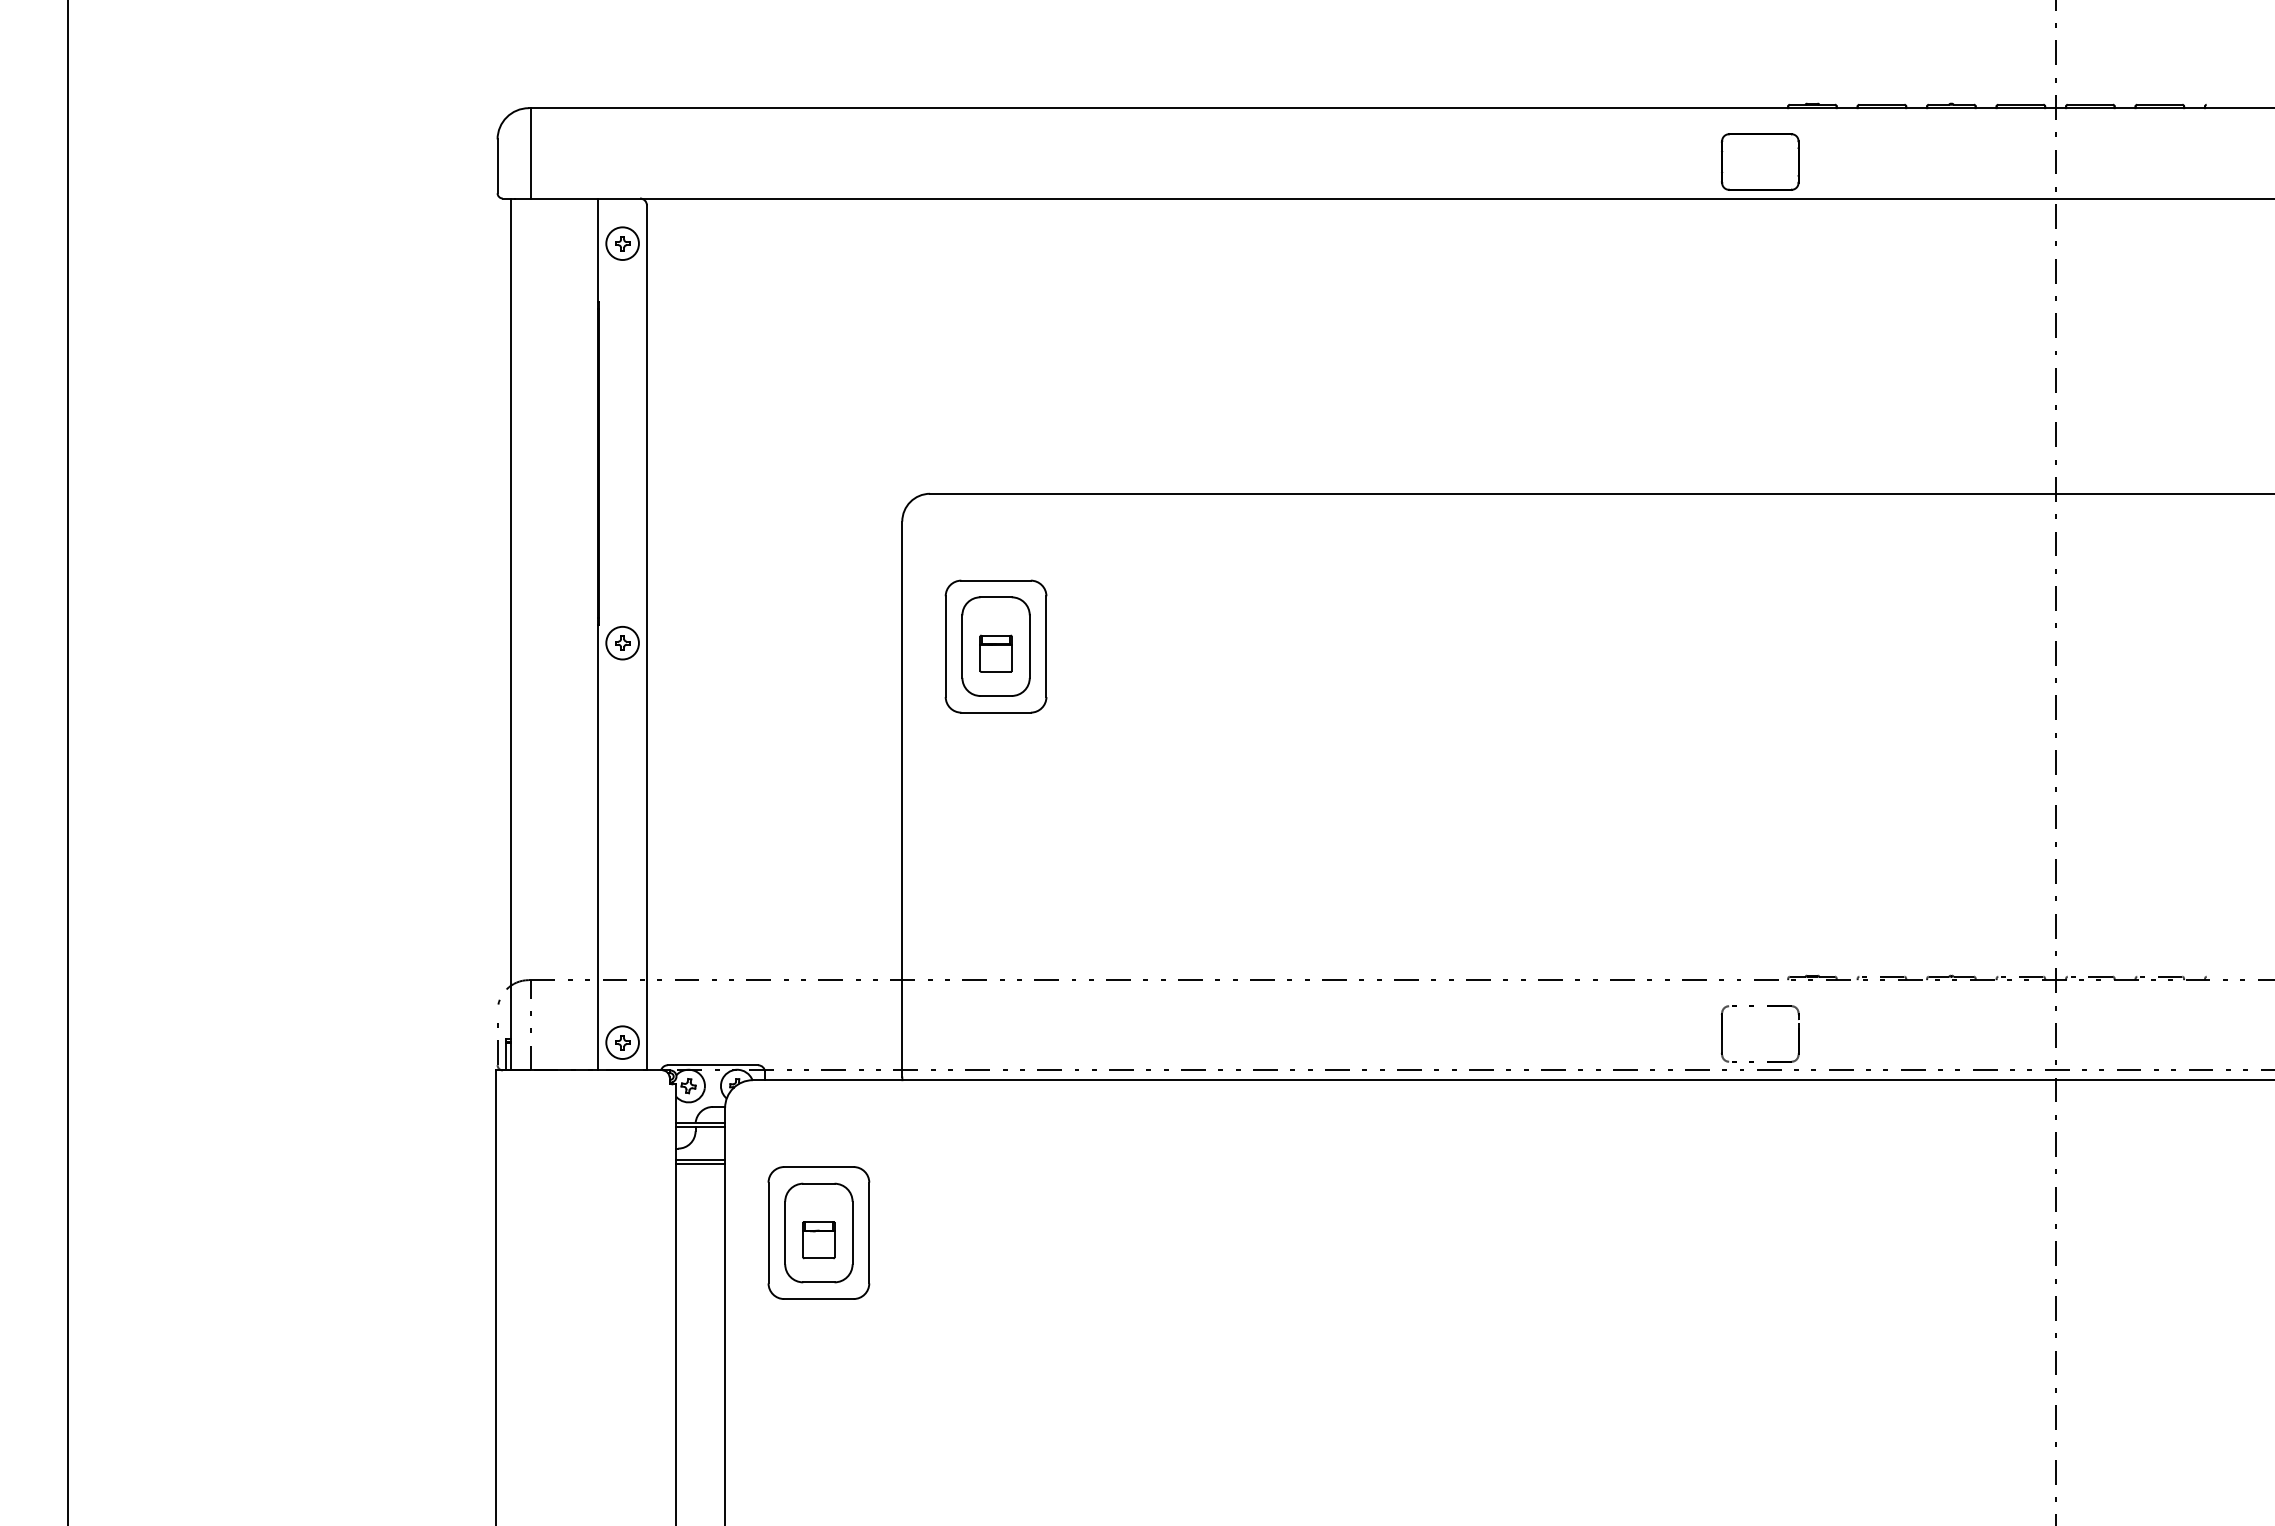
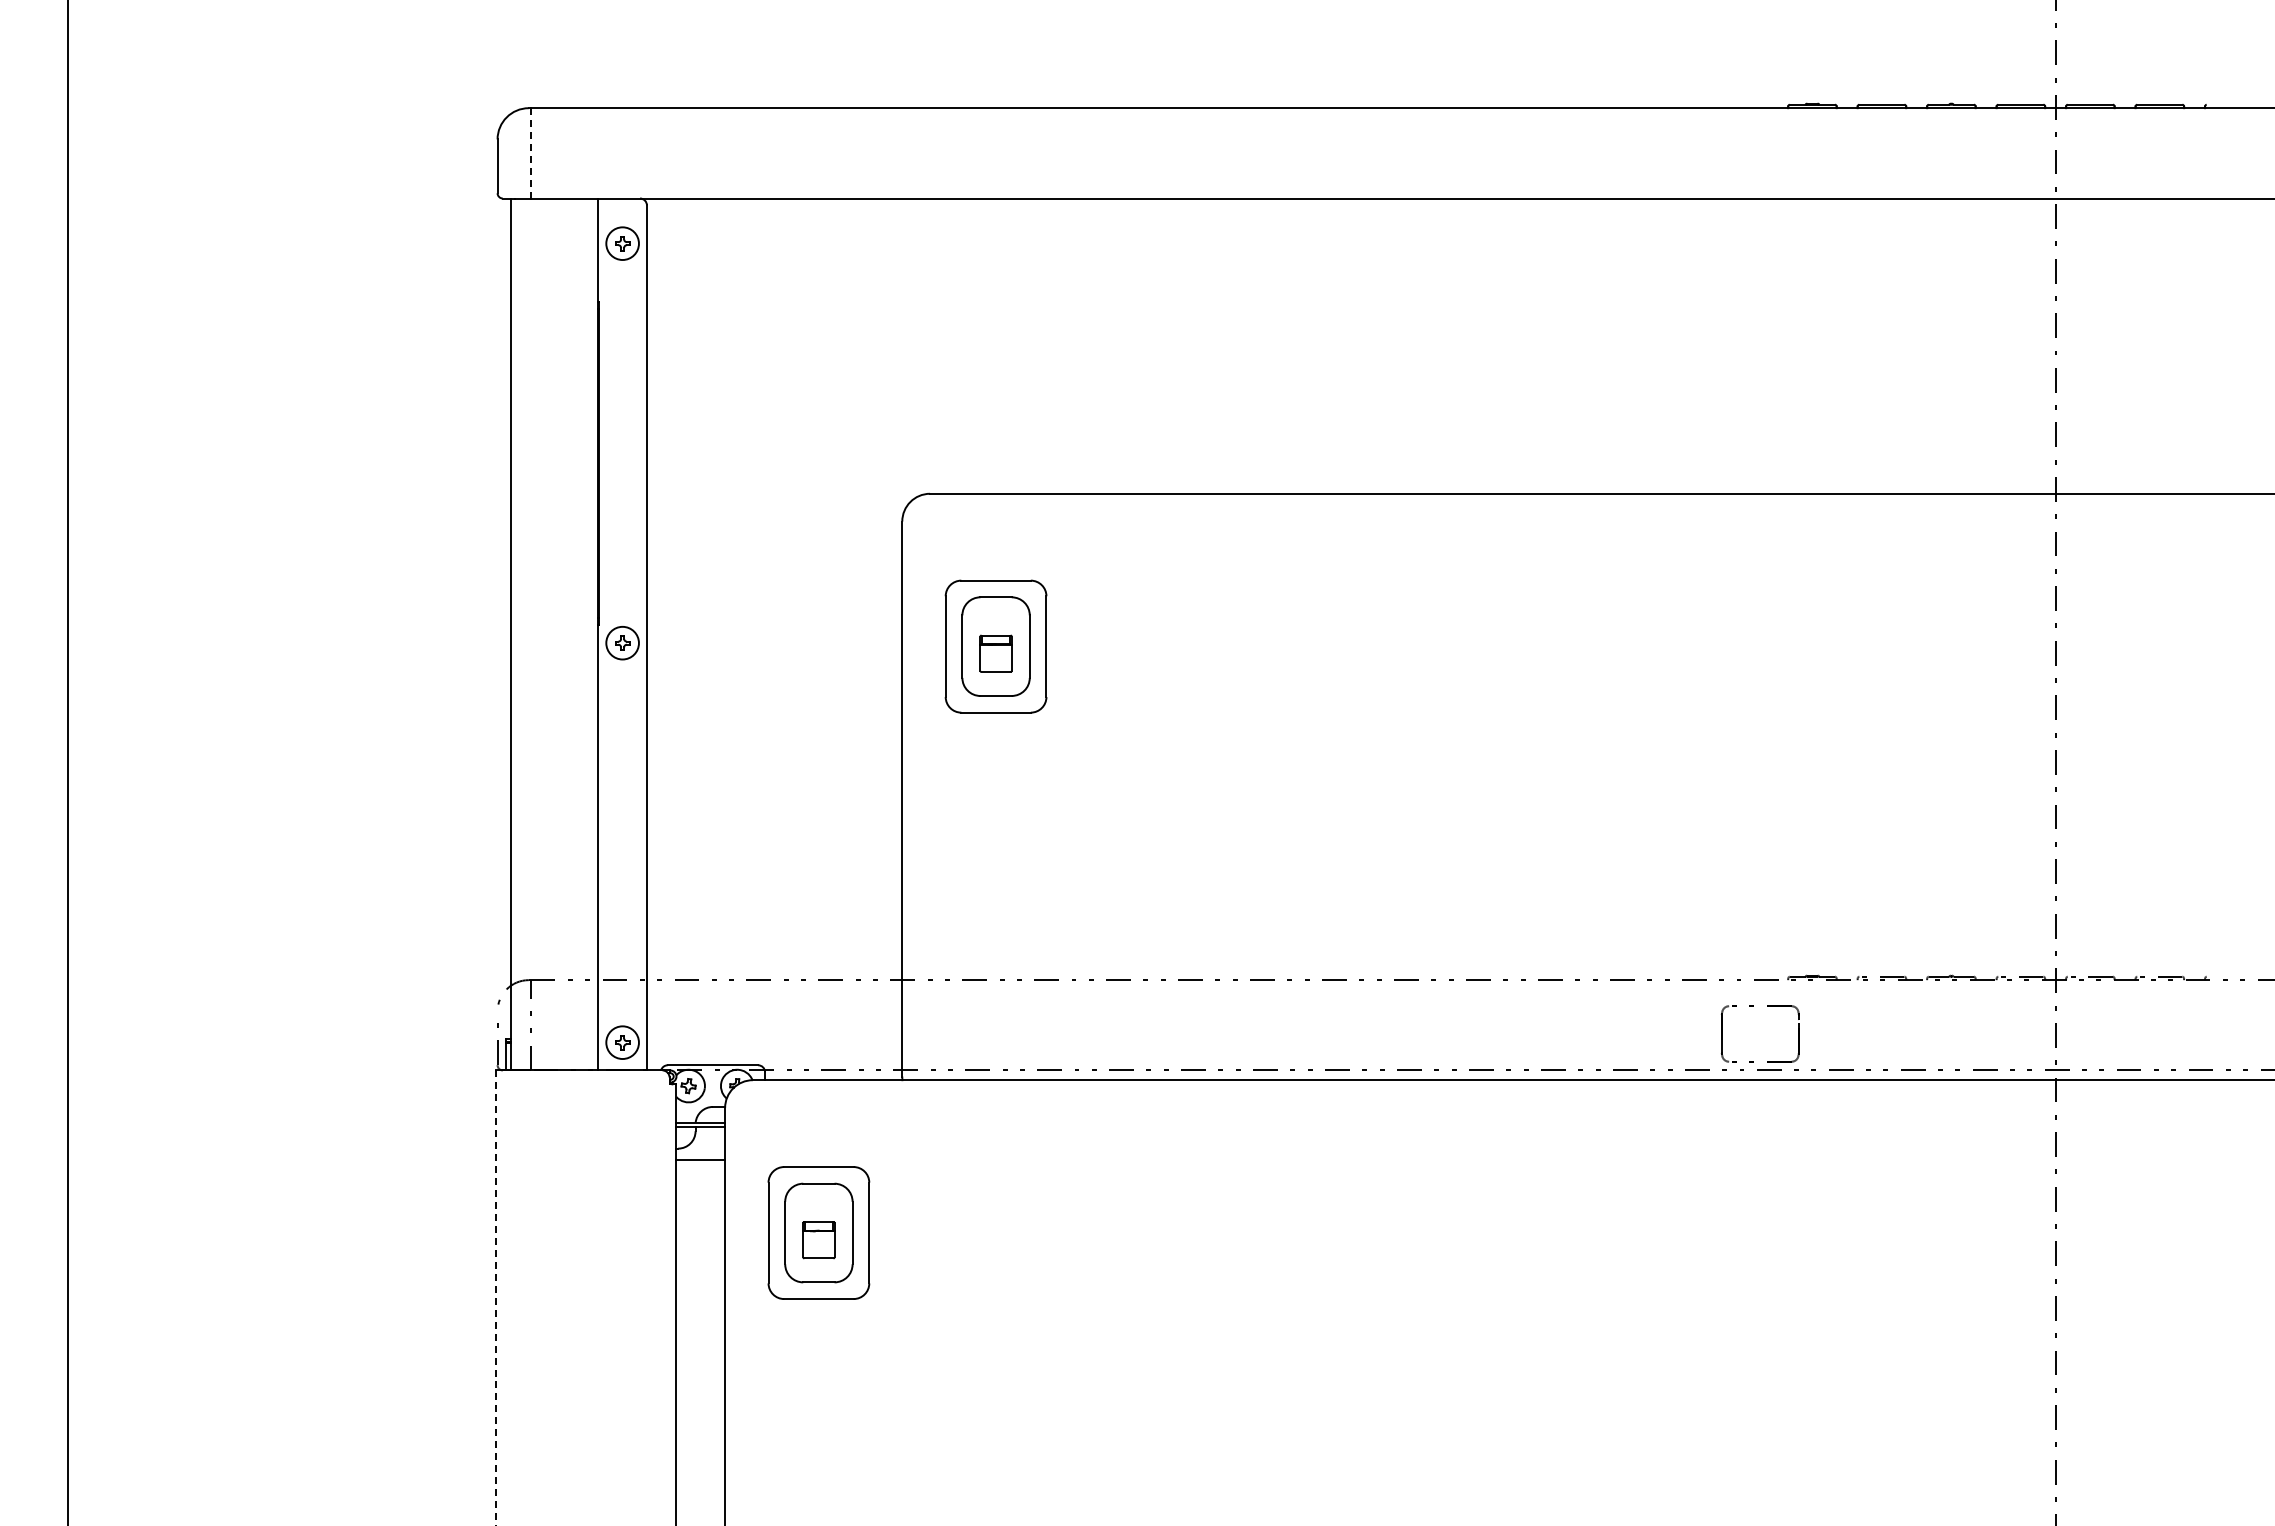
line at (530, 152): solid -> dashed
part at (1760, 161): present -> none
line at (700, 1164): present -> none
line at (495, 1298): solid -> dashed
